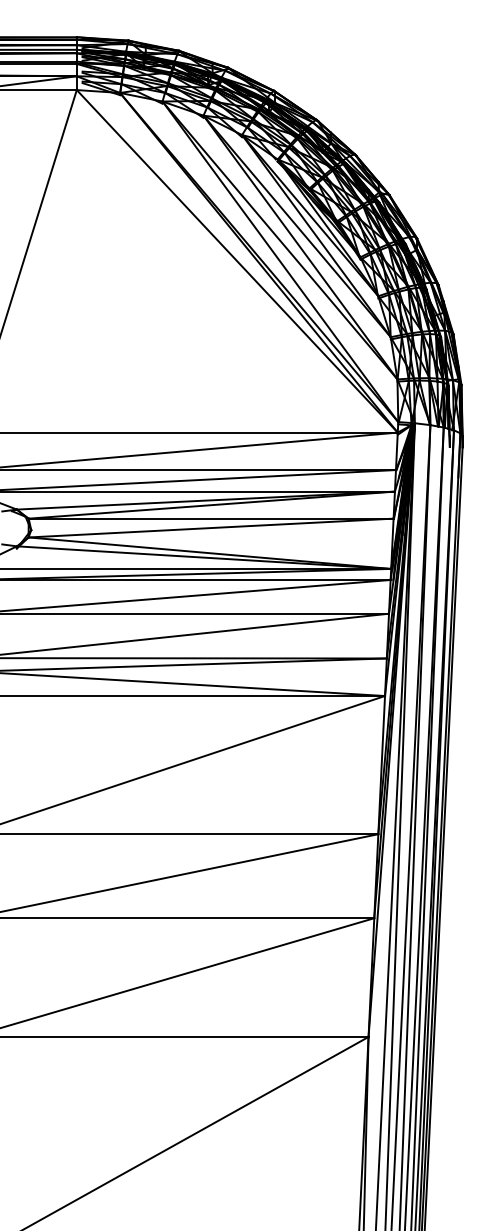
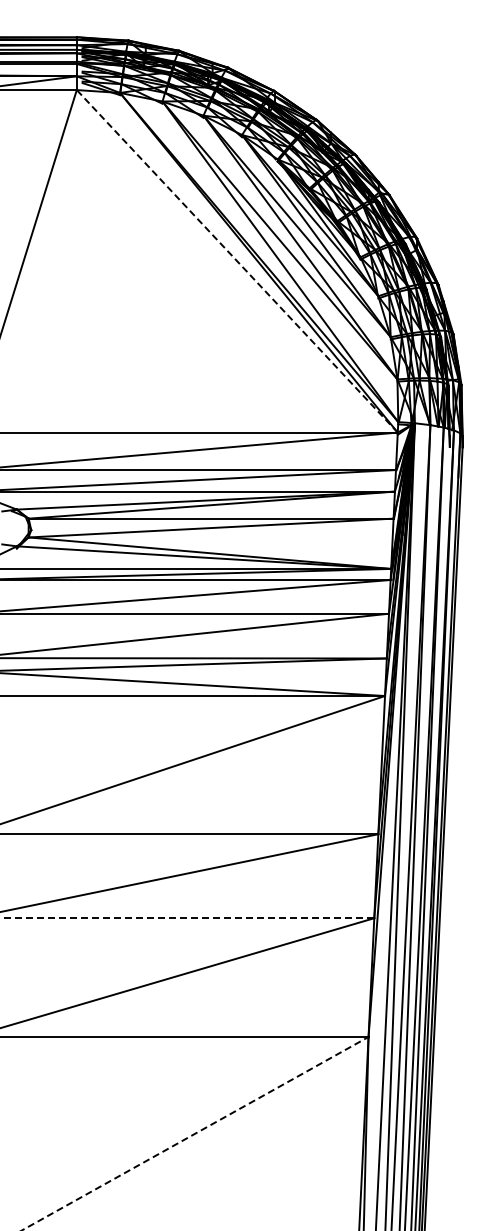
line at (237, 261): solid -> dashed
line at (187, 918): solid -> dashed
line at (194, 1133): solid -> dashed
